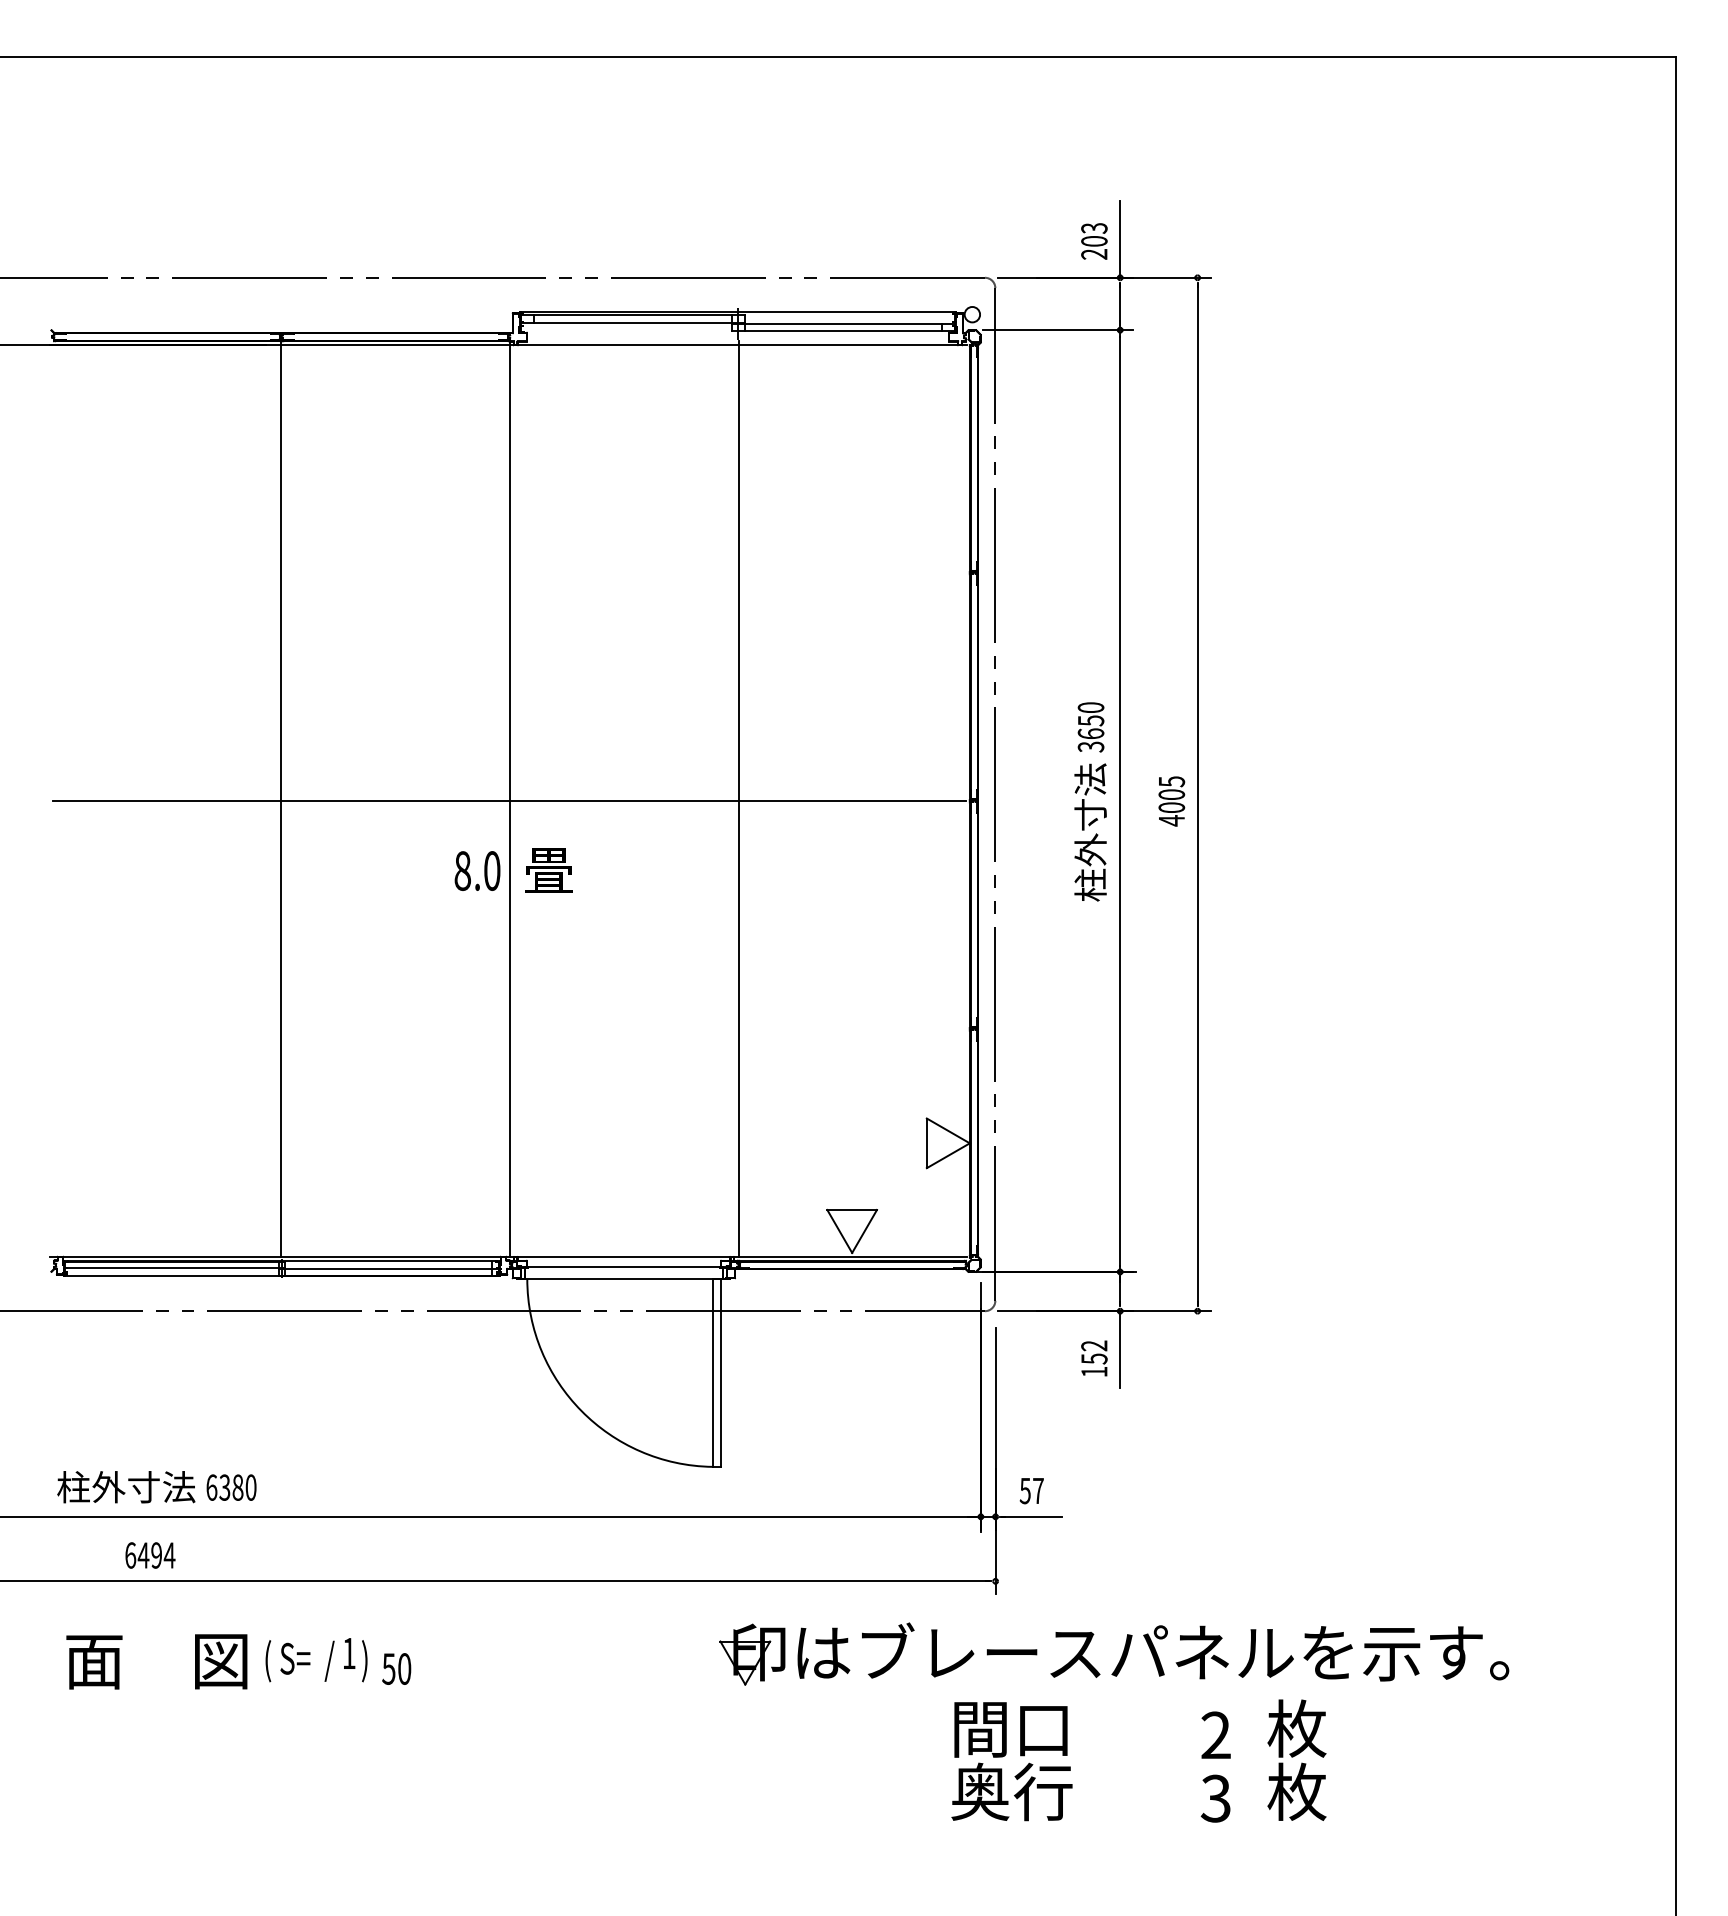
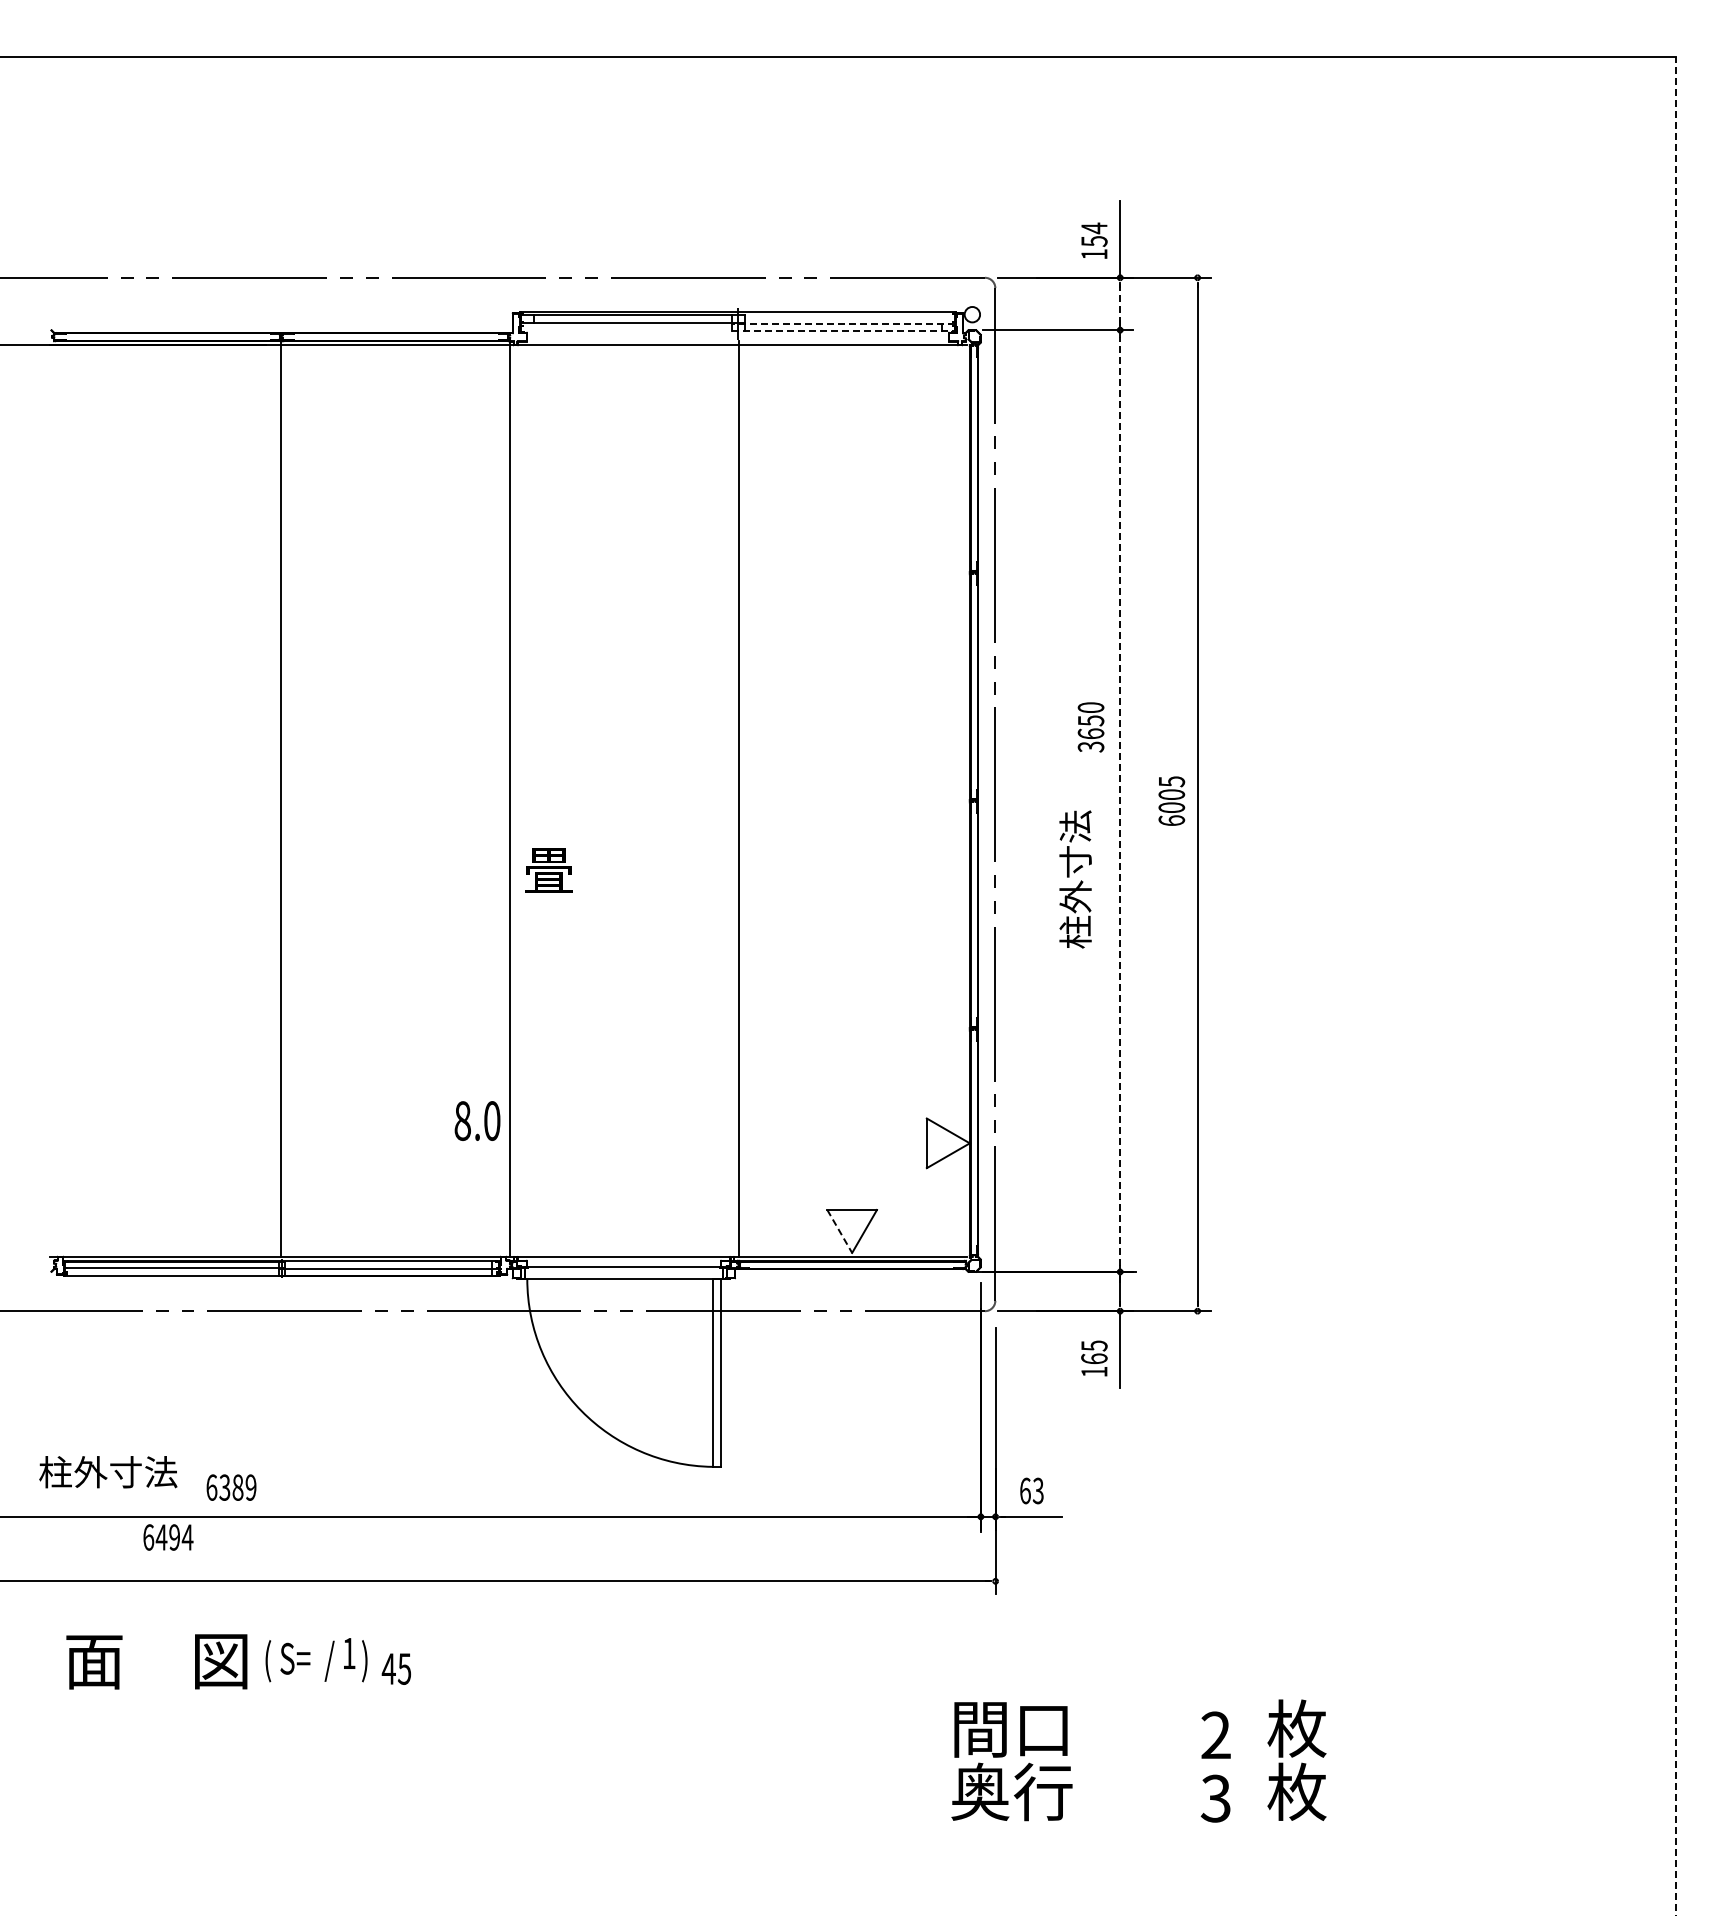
text at (1094, 240): 203 -> 154
line at (1120, 303): solid -> dashed
line at (842, 323): solid -> dashed
line at (843, 331): solid -> dashed
line at (508, 800): present -> none
line at (1120, 800): solid -> dashed
text at (1171, 820): 4005 -> 6005
text at (1090, 832) position: (1090, 832) -> (1075, 879)
text at (477, 870) position: (477, 870) -> (477, 1120)
line at (1676, 986): solid -> dashed
line at (839, 1231): solid -> dashed
text at (1094, 1352): 152 -> 165
text at (126, 1487) position: (126, 1487) -> (108, 1472)
text at (250, 1487): 6380 -> 6389
text at (1031, 1490): 57 -> 63
text at (150, 1555) position: (150, 1555) -> (168, 1537)
part at (1121, 1655): present -> none
text at (396, 1668): 50 -> 45
